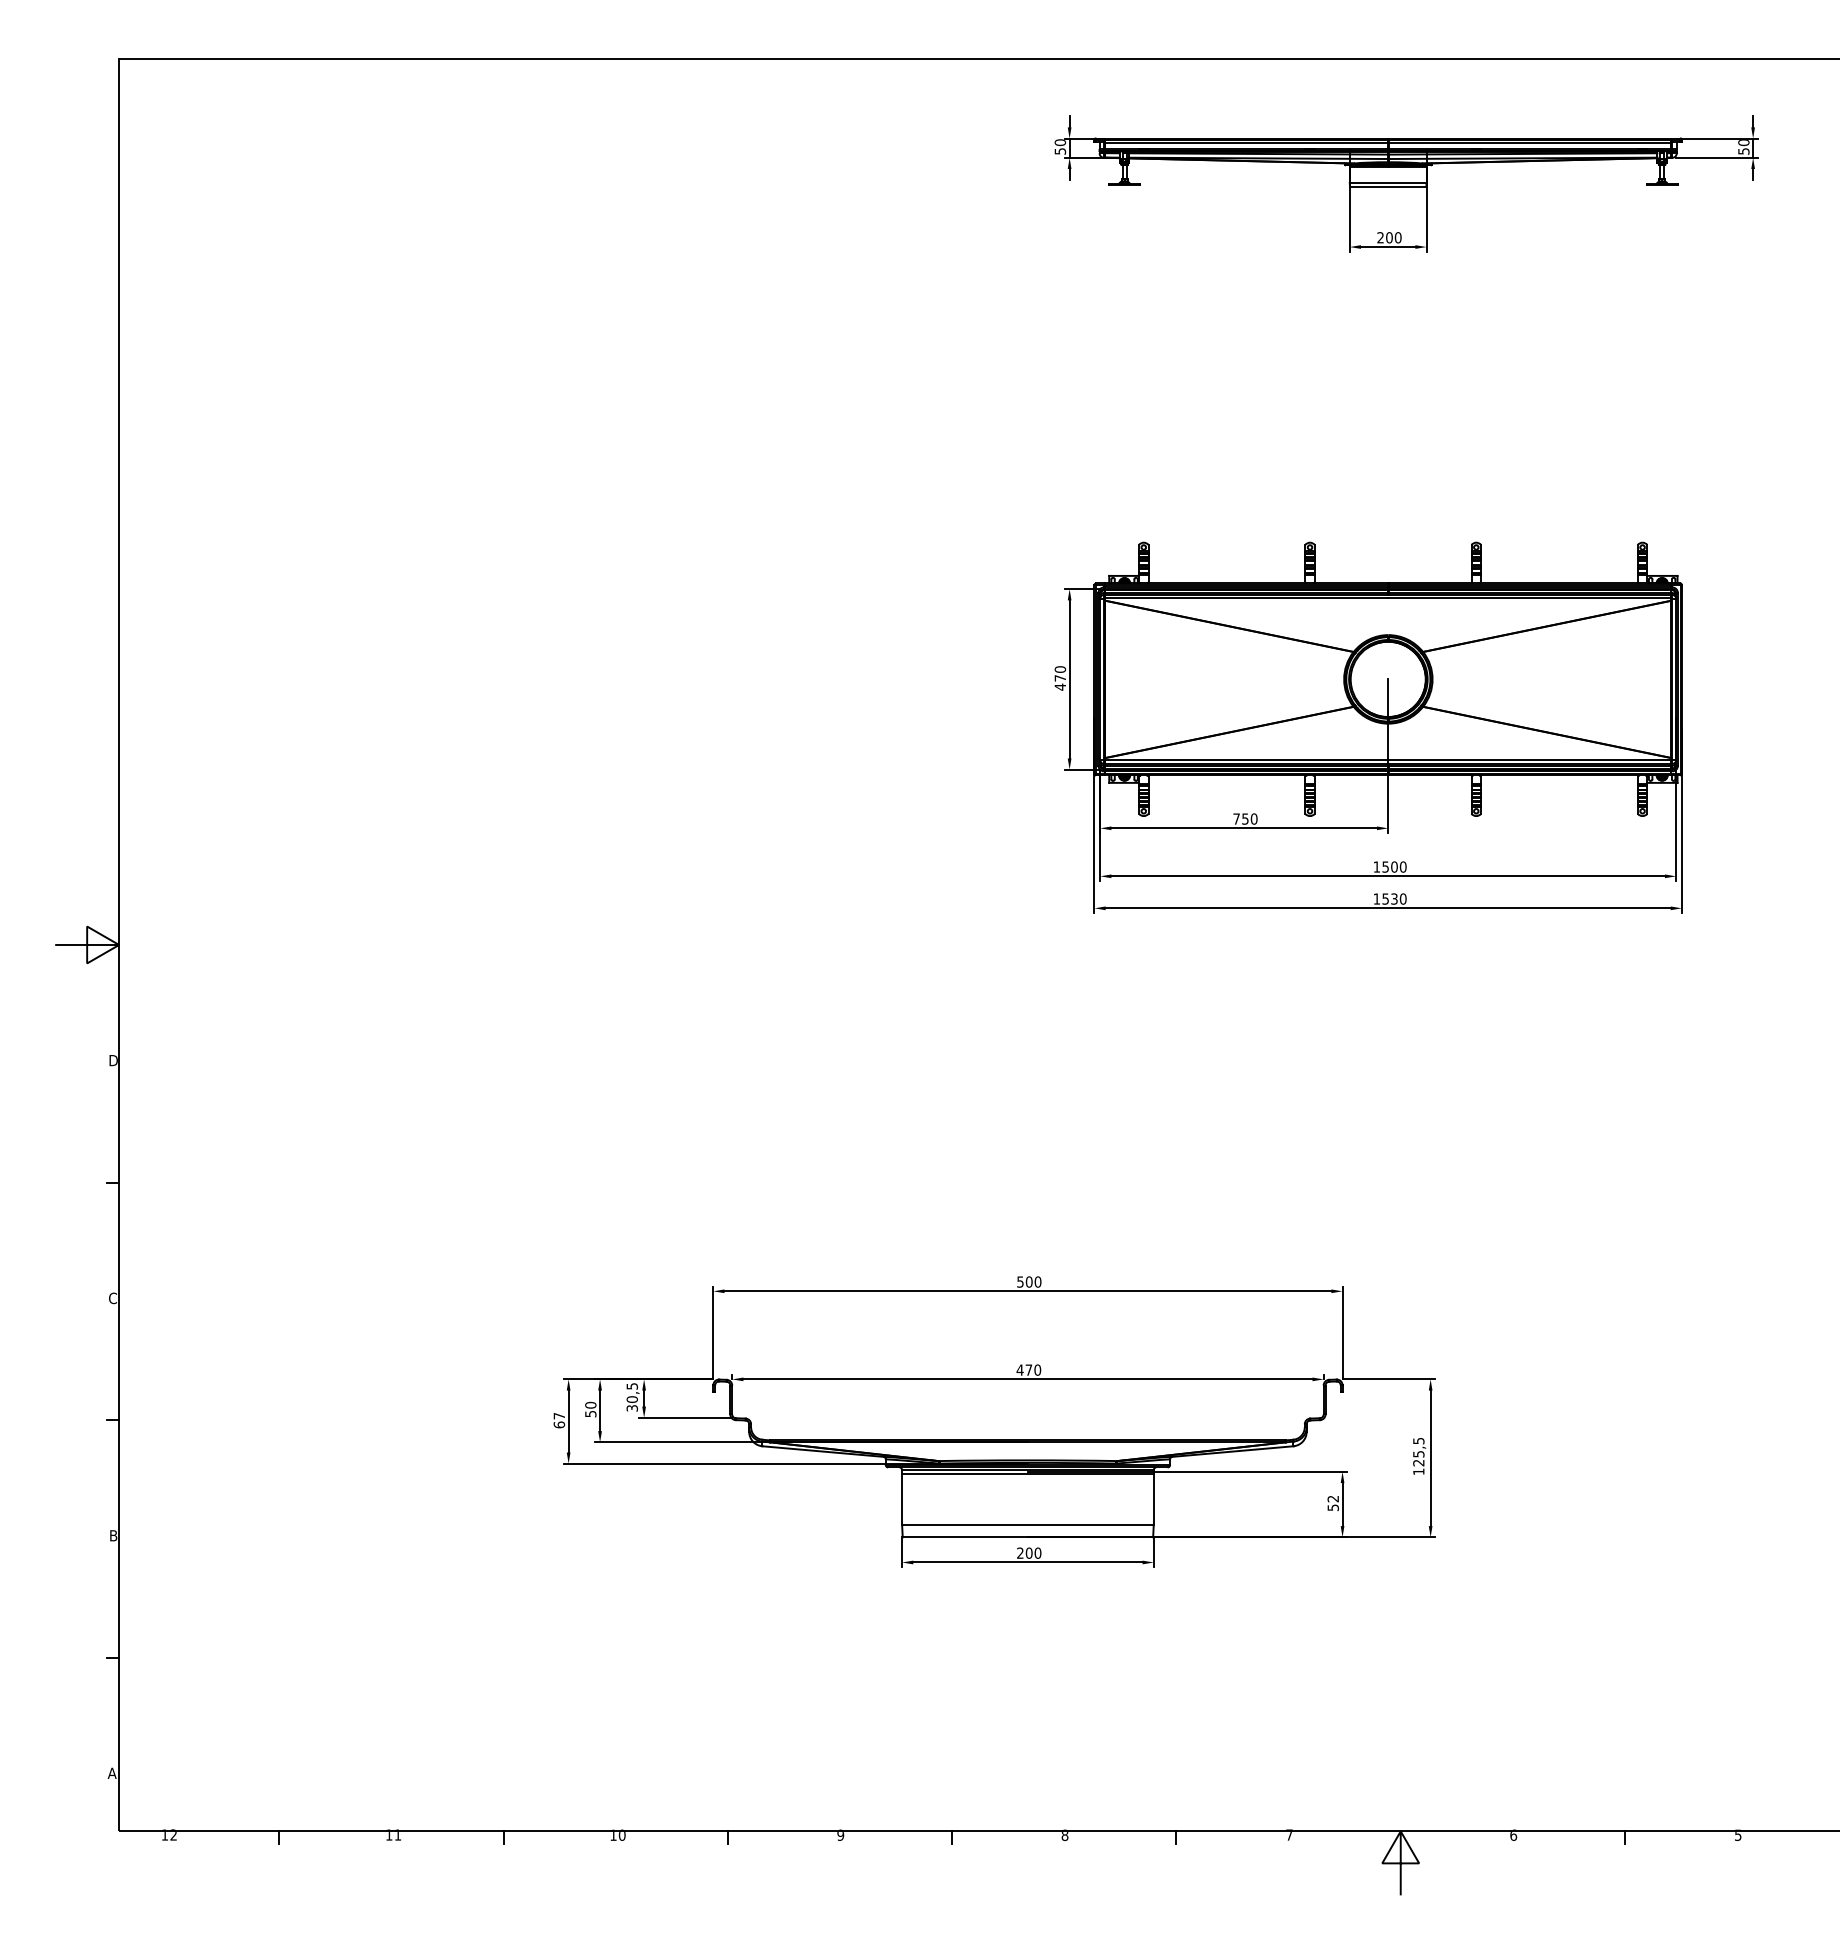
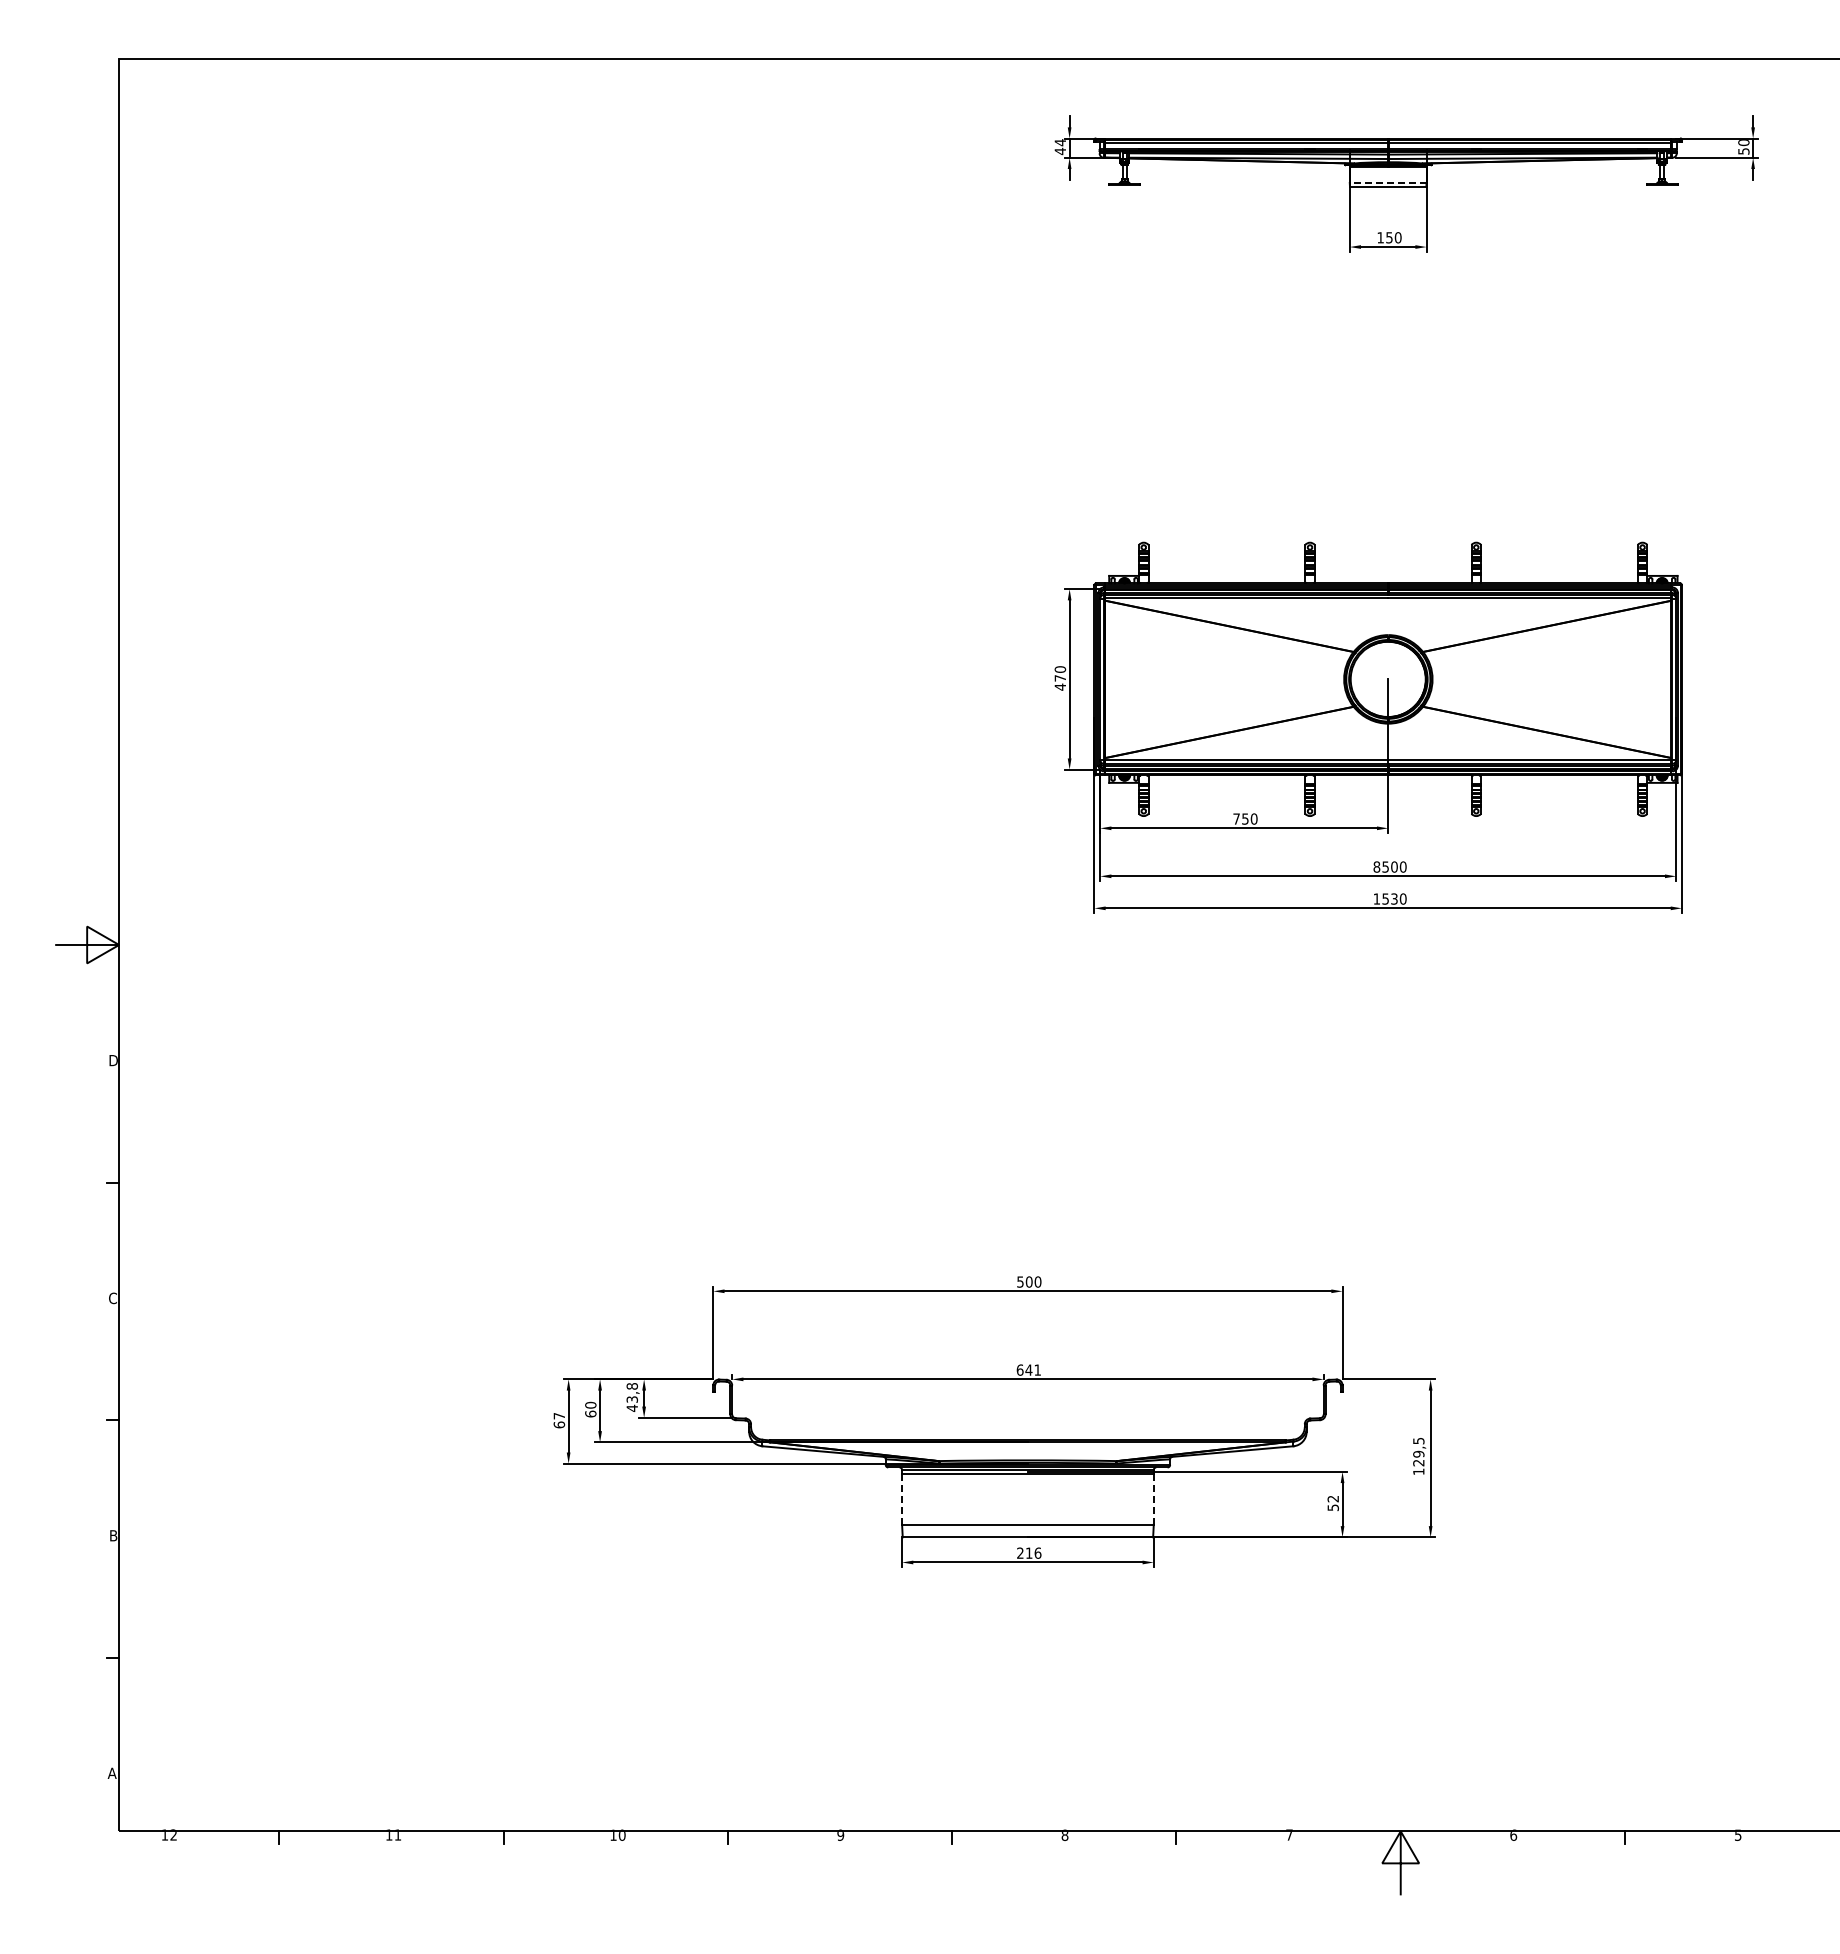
text at (1060, 147): 50 -> 44
line at (1387, 182): solid -> dashed
text at (1384, 237): 200 -> 150
text at (1376, 866): 1500 -> 8500
text at (1028, 1369): 470 -> 641
text at (631, 1397): 30,5 -> 43,8
text at (590, 1413): 50 -> 60
text at (1418, 1453): 125,5 -> 129,5
line at (902, 1498): solid -> dashed
line at (1153, 1498): solid -> dashed
text at (1033, 1552): 200 -> 216
